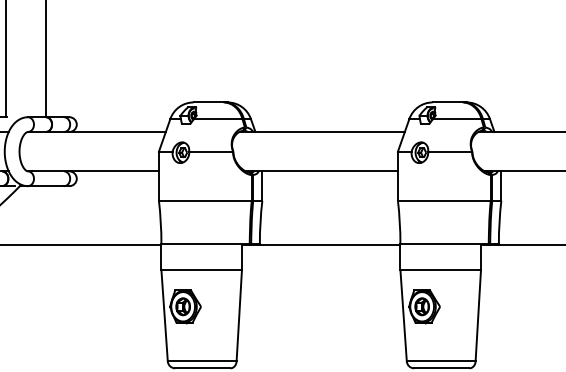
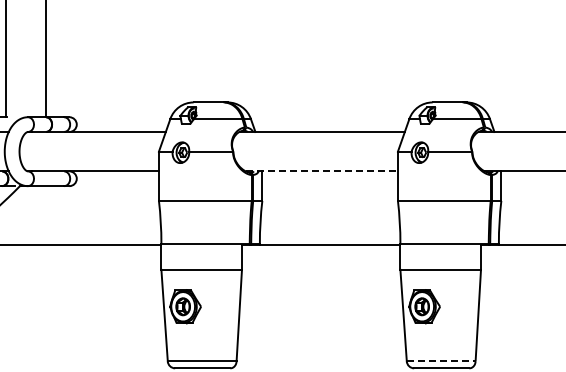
line at (321, 171): solid -> dashed
line at (441, 361): solid -> dashed
